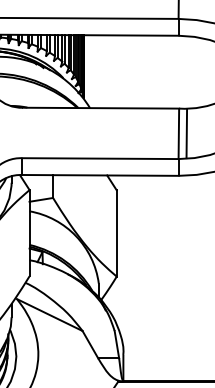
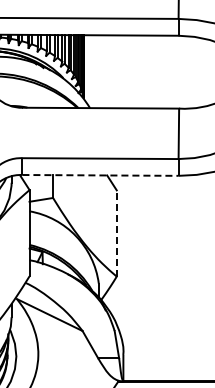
line at (186, 133): present -> none
line at (101, 175): solid -> dashed
line at (116, 233): solid -> dashed
